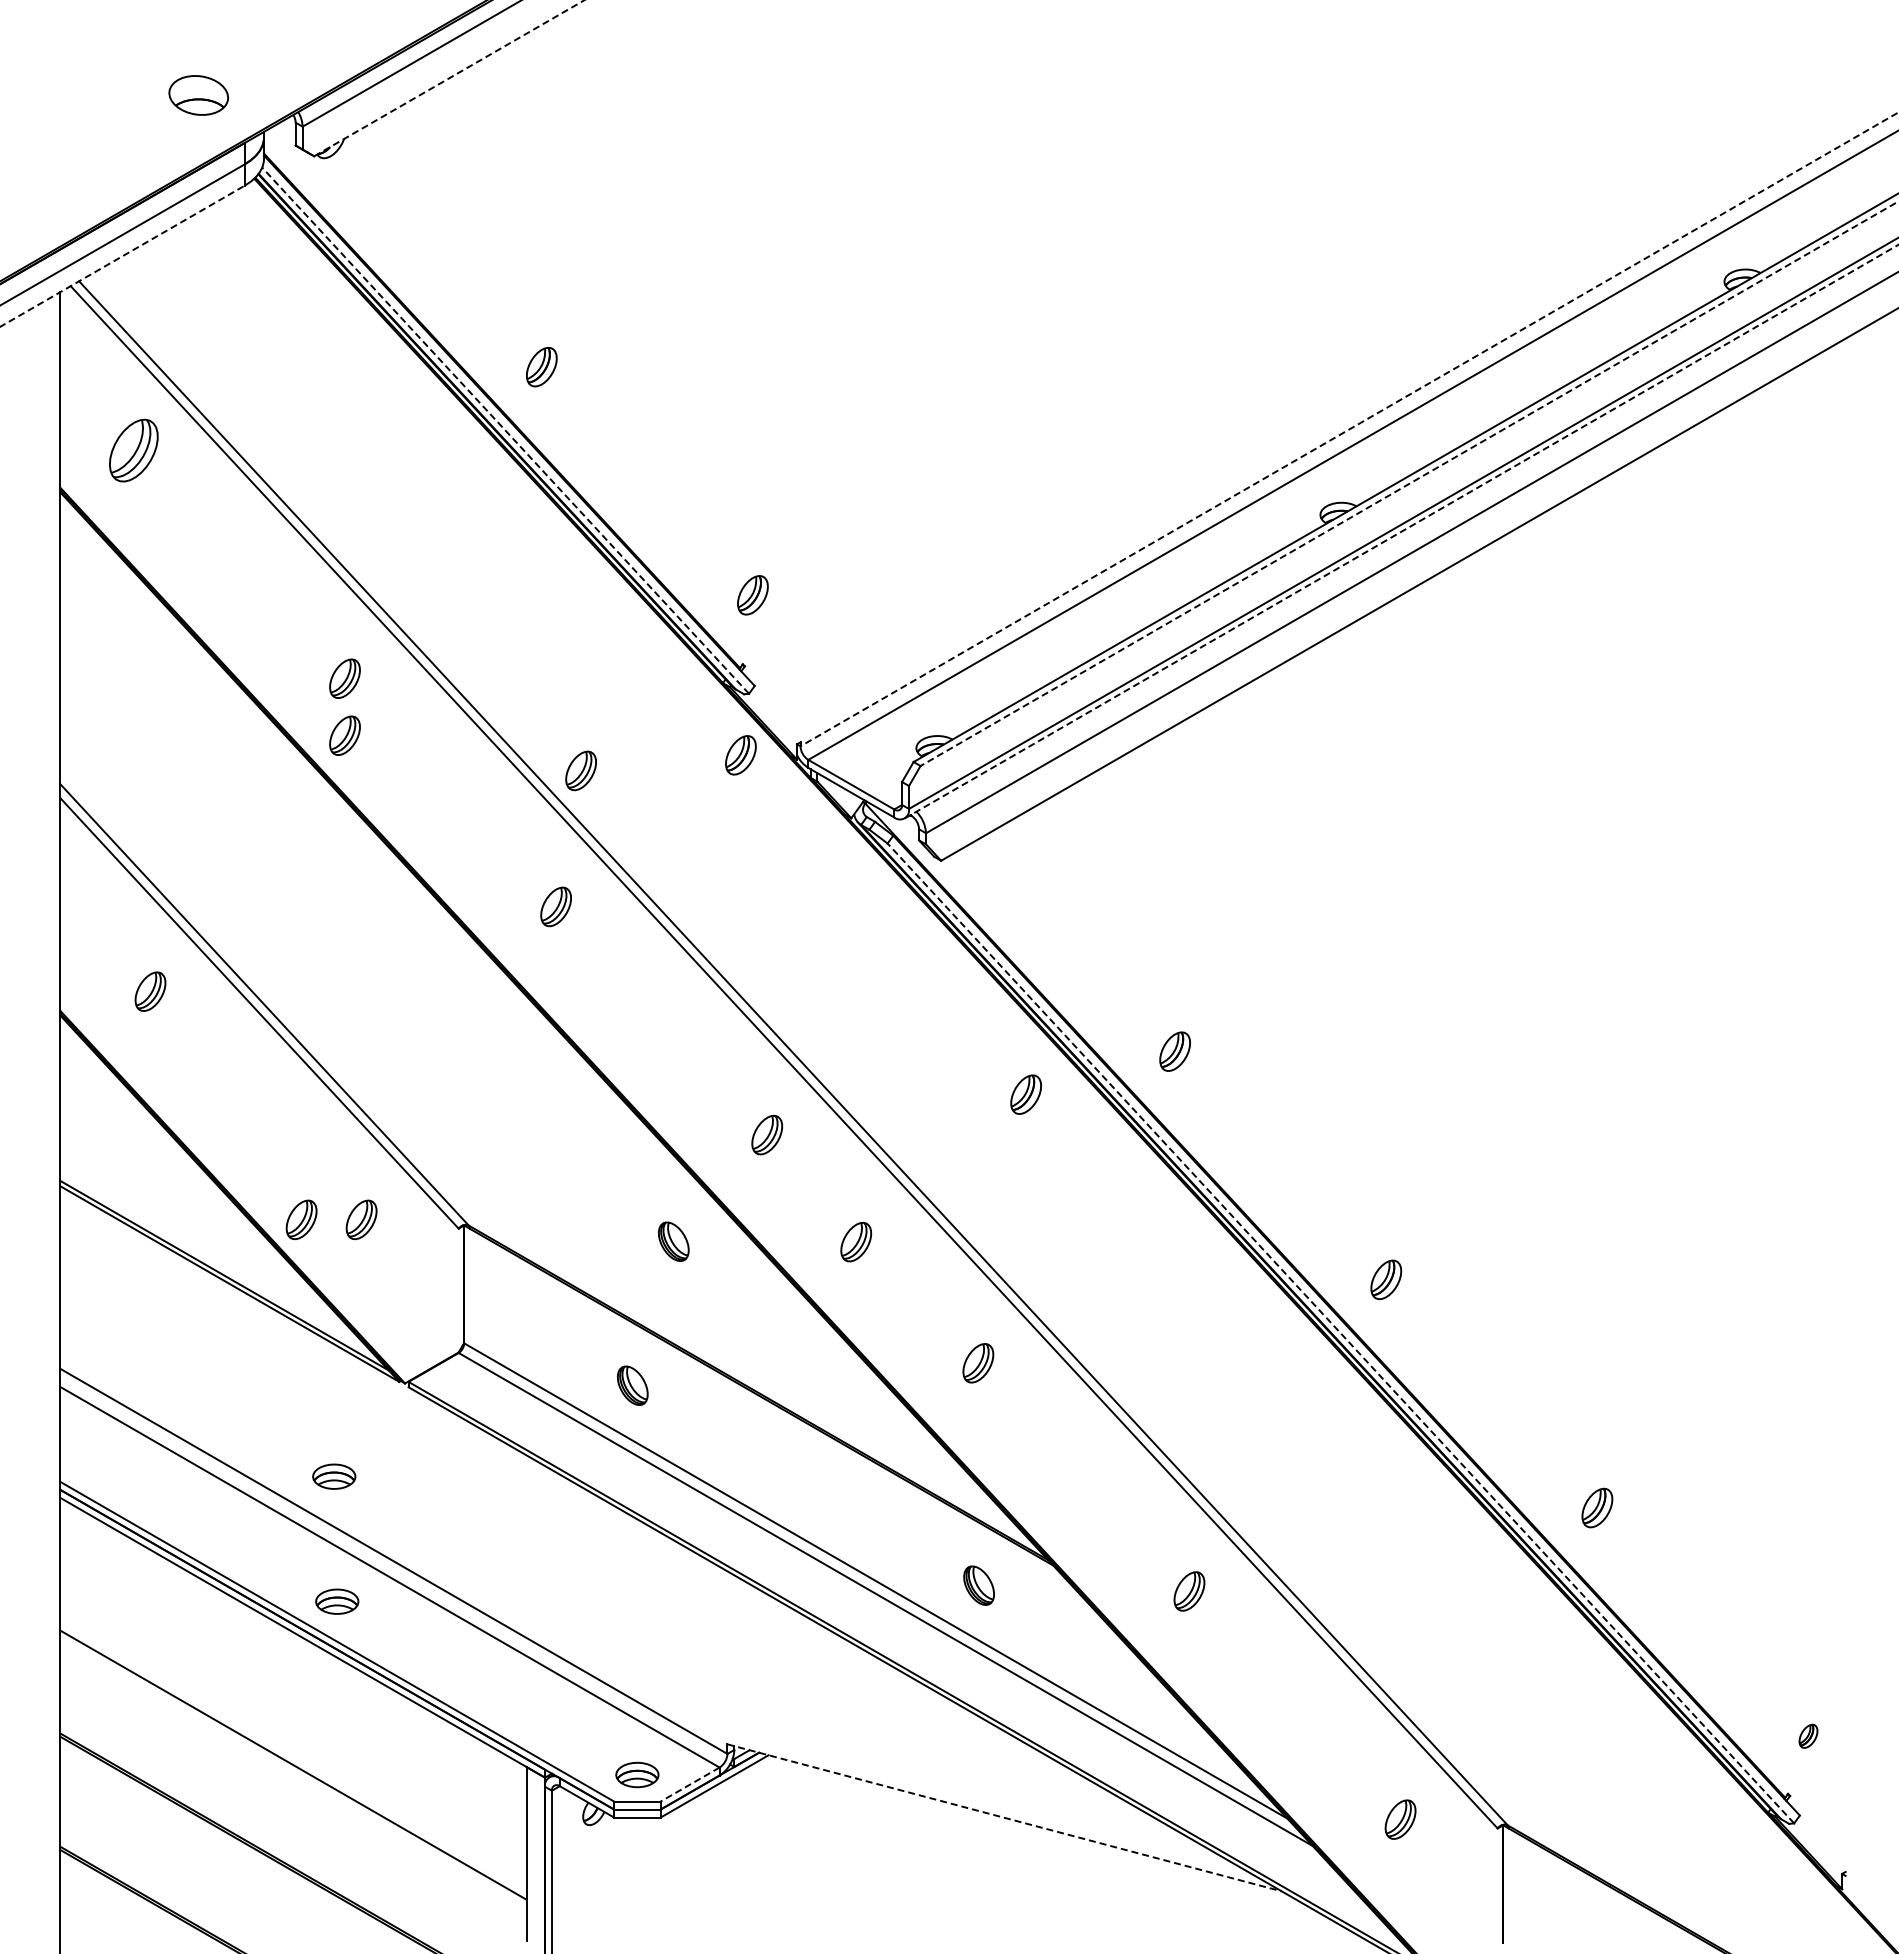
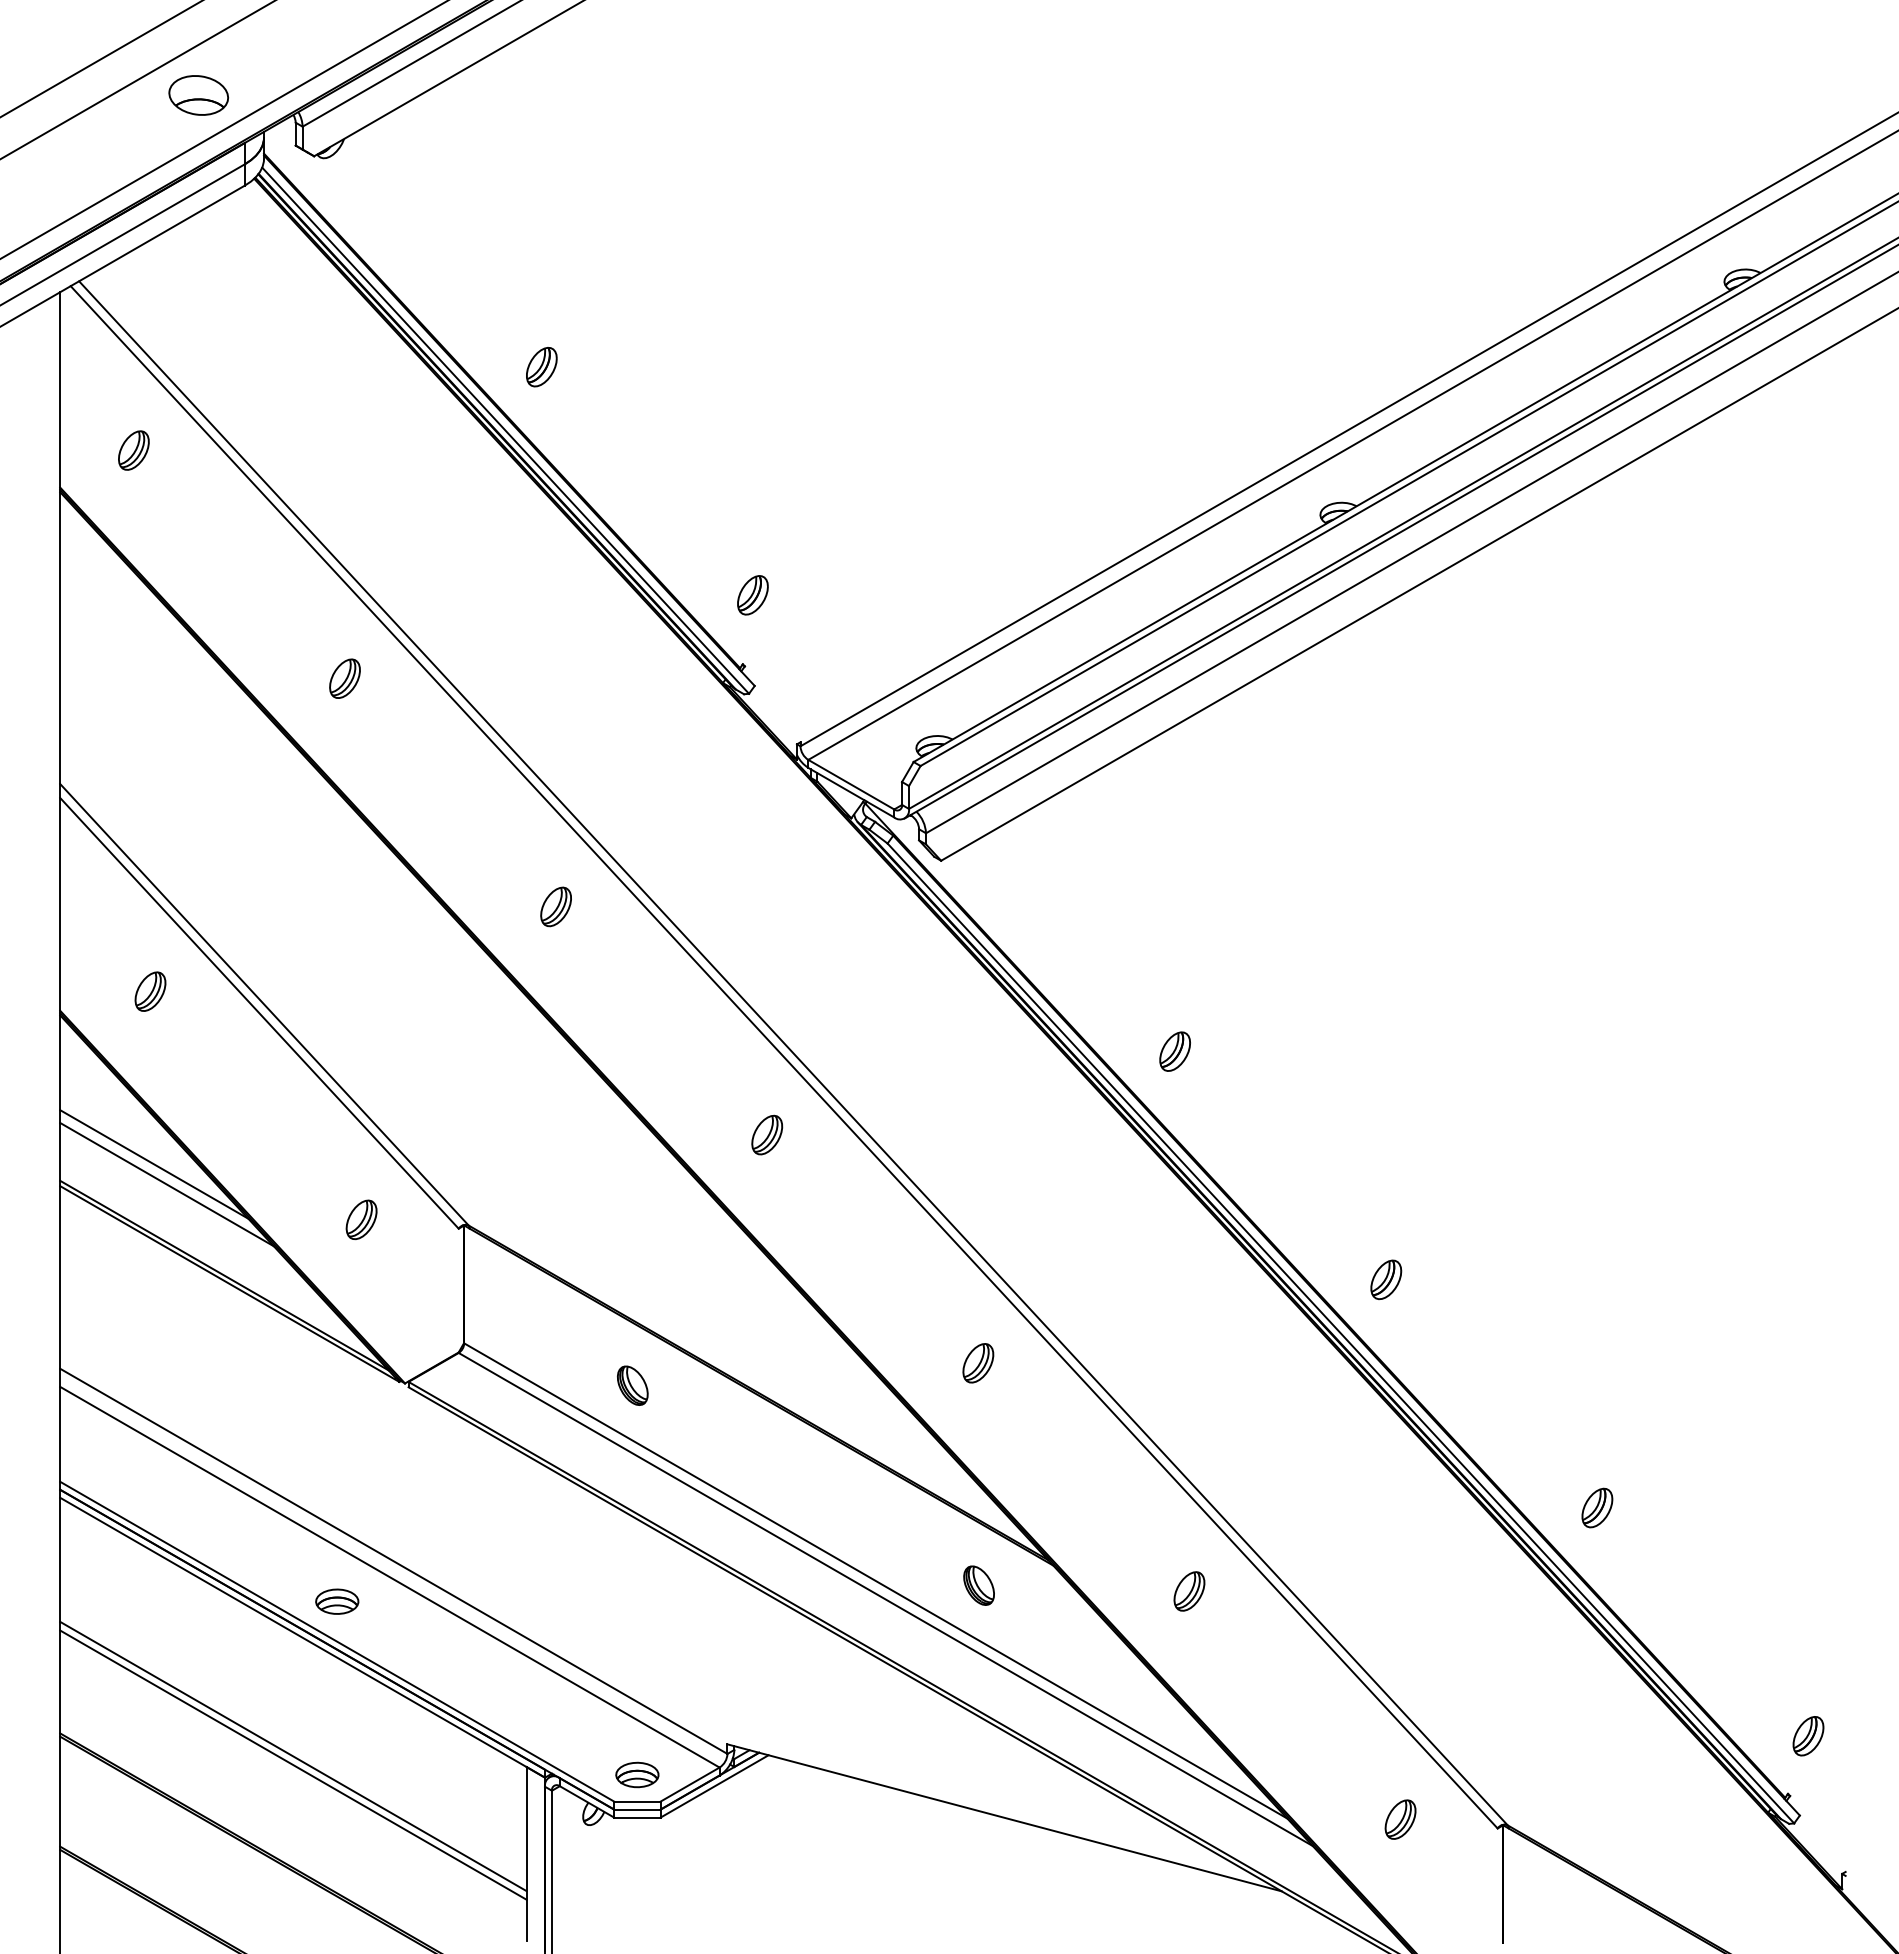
line at (100, 59): none -> present
line at (449, 78): dashed -> solid
line at (137, 80): none -> present
line at (223, 129): none -> present
line at (122, 256): dashed -> solid
line at (1349, 429): dashed -> solid
line at (505, 430): dashed -> solid
part at (133, 450) size: 50x65 px -> 32x41 px
line at (1408, 484): dashed -> solid
line at (1401, 531): dashed -> solid
part at (344, 735): present -> none
part at (740, 755): present -> none
part at (580, 770): present -> none
part at (1025, 1094): present -> none
line at (154, 1164): none -> present
line at (166, 1184): none -> present
part at (301, 1219): present -> none
part at (673, 1241): present -> none
part at (856, 1241): present -> none
line at (1340, 1333): dashed -> solid
part at (334, 1476): present -> none
part at (1808, 1735) size: 21x26 px -> 33x41 px
line at (293, 1756): none -> present
line at (689, 1784): dashed -> solid
line at (1004, 1817): dashed -> solid
